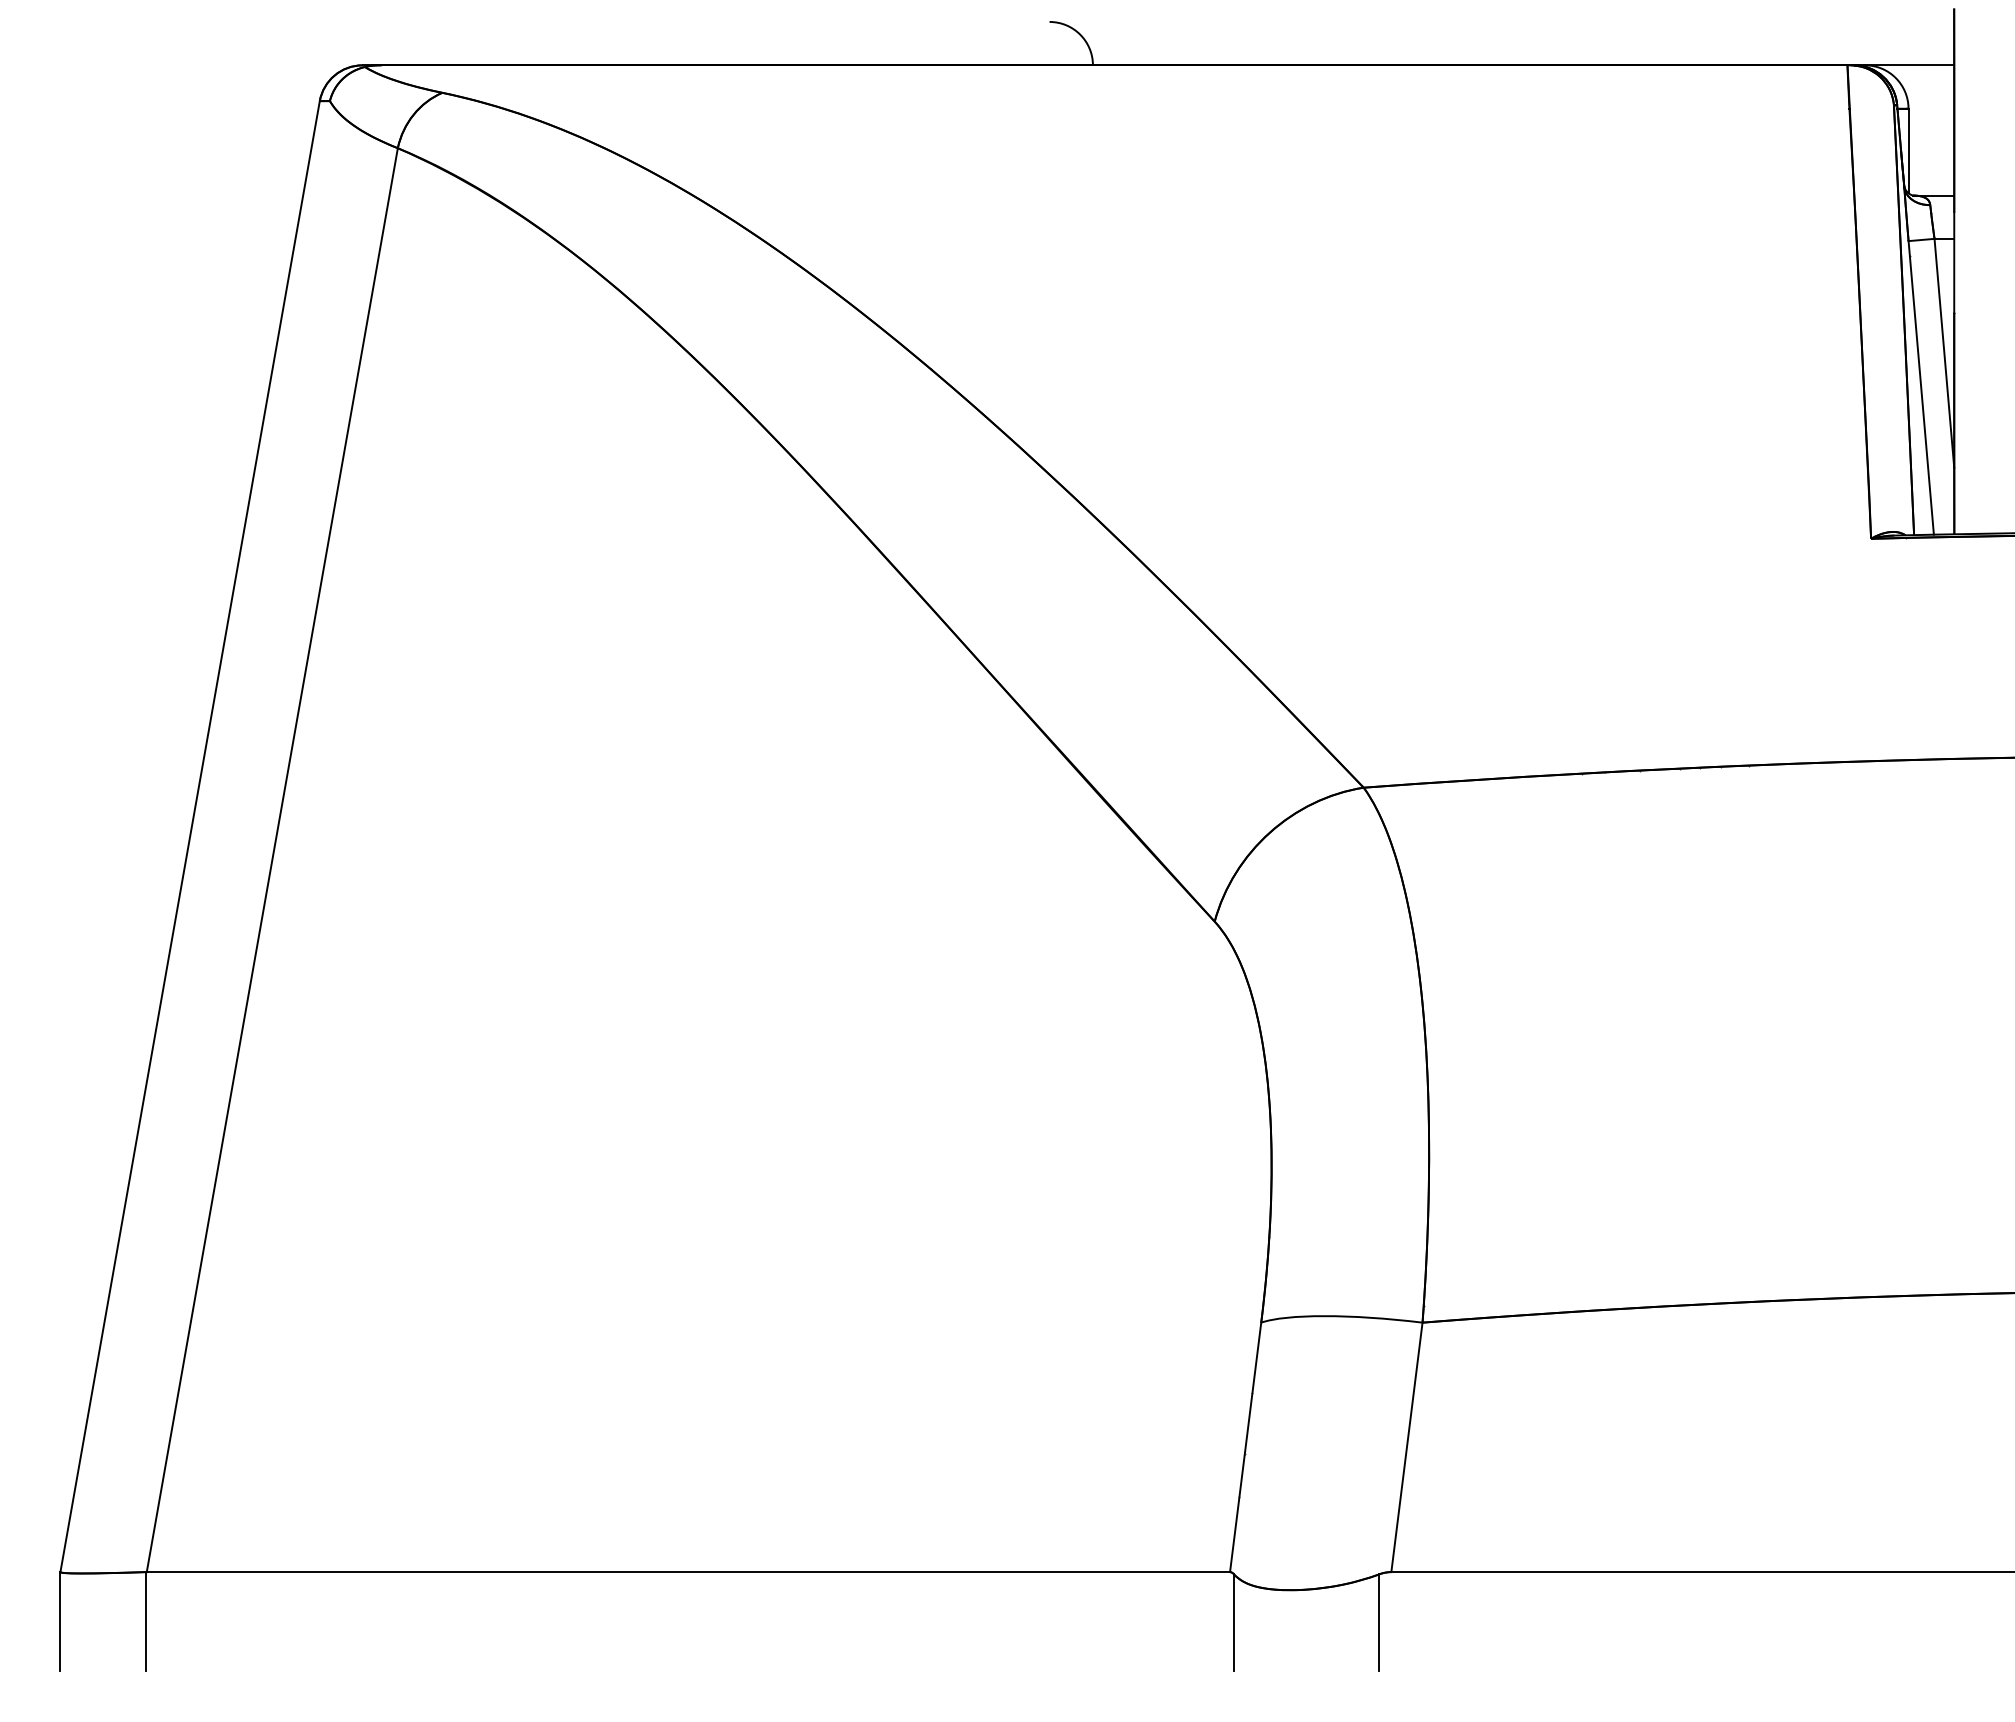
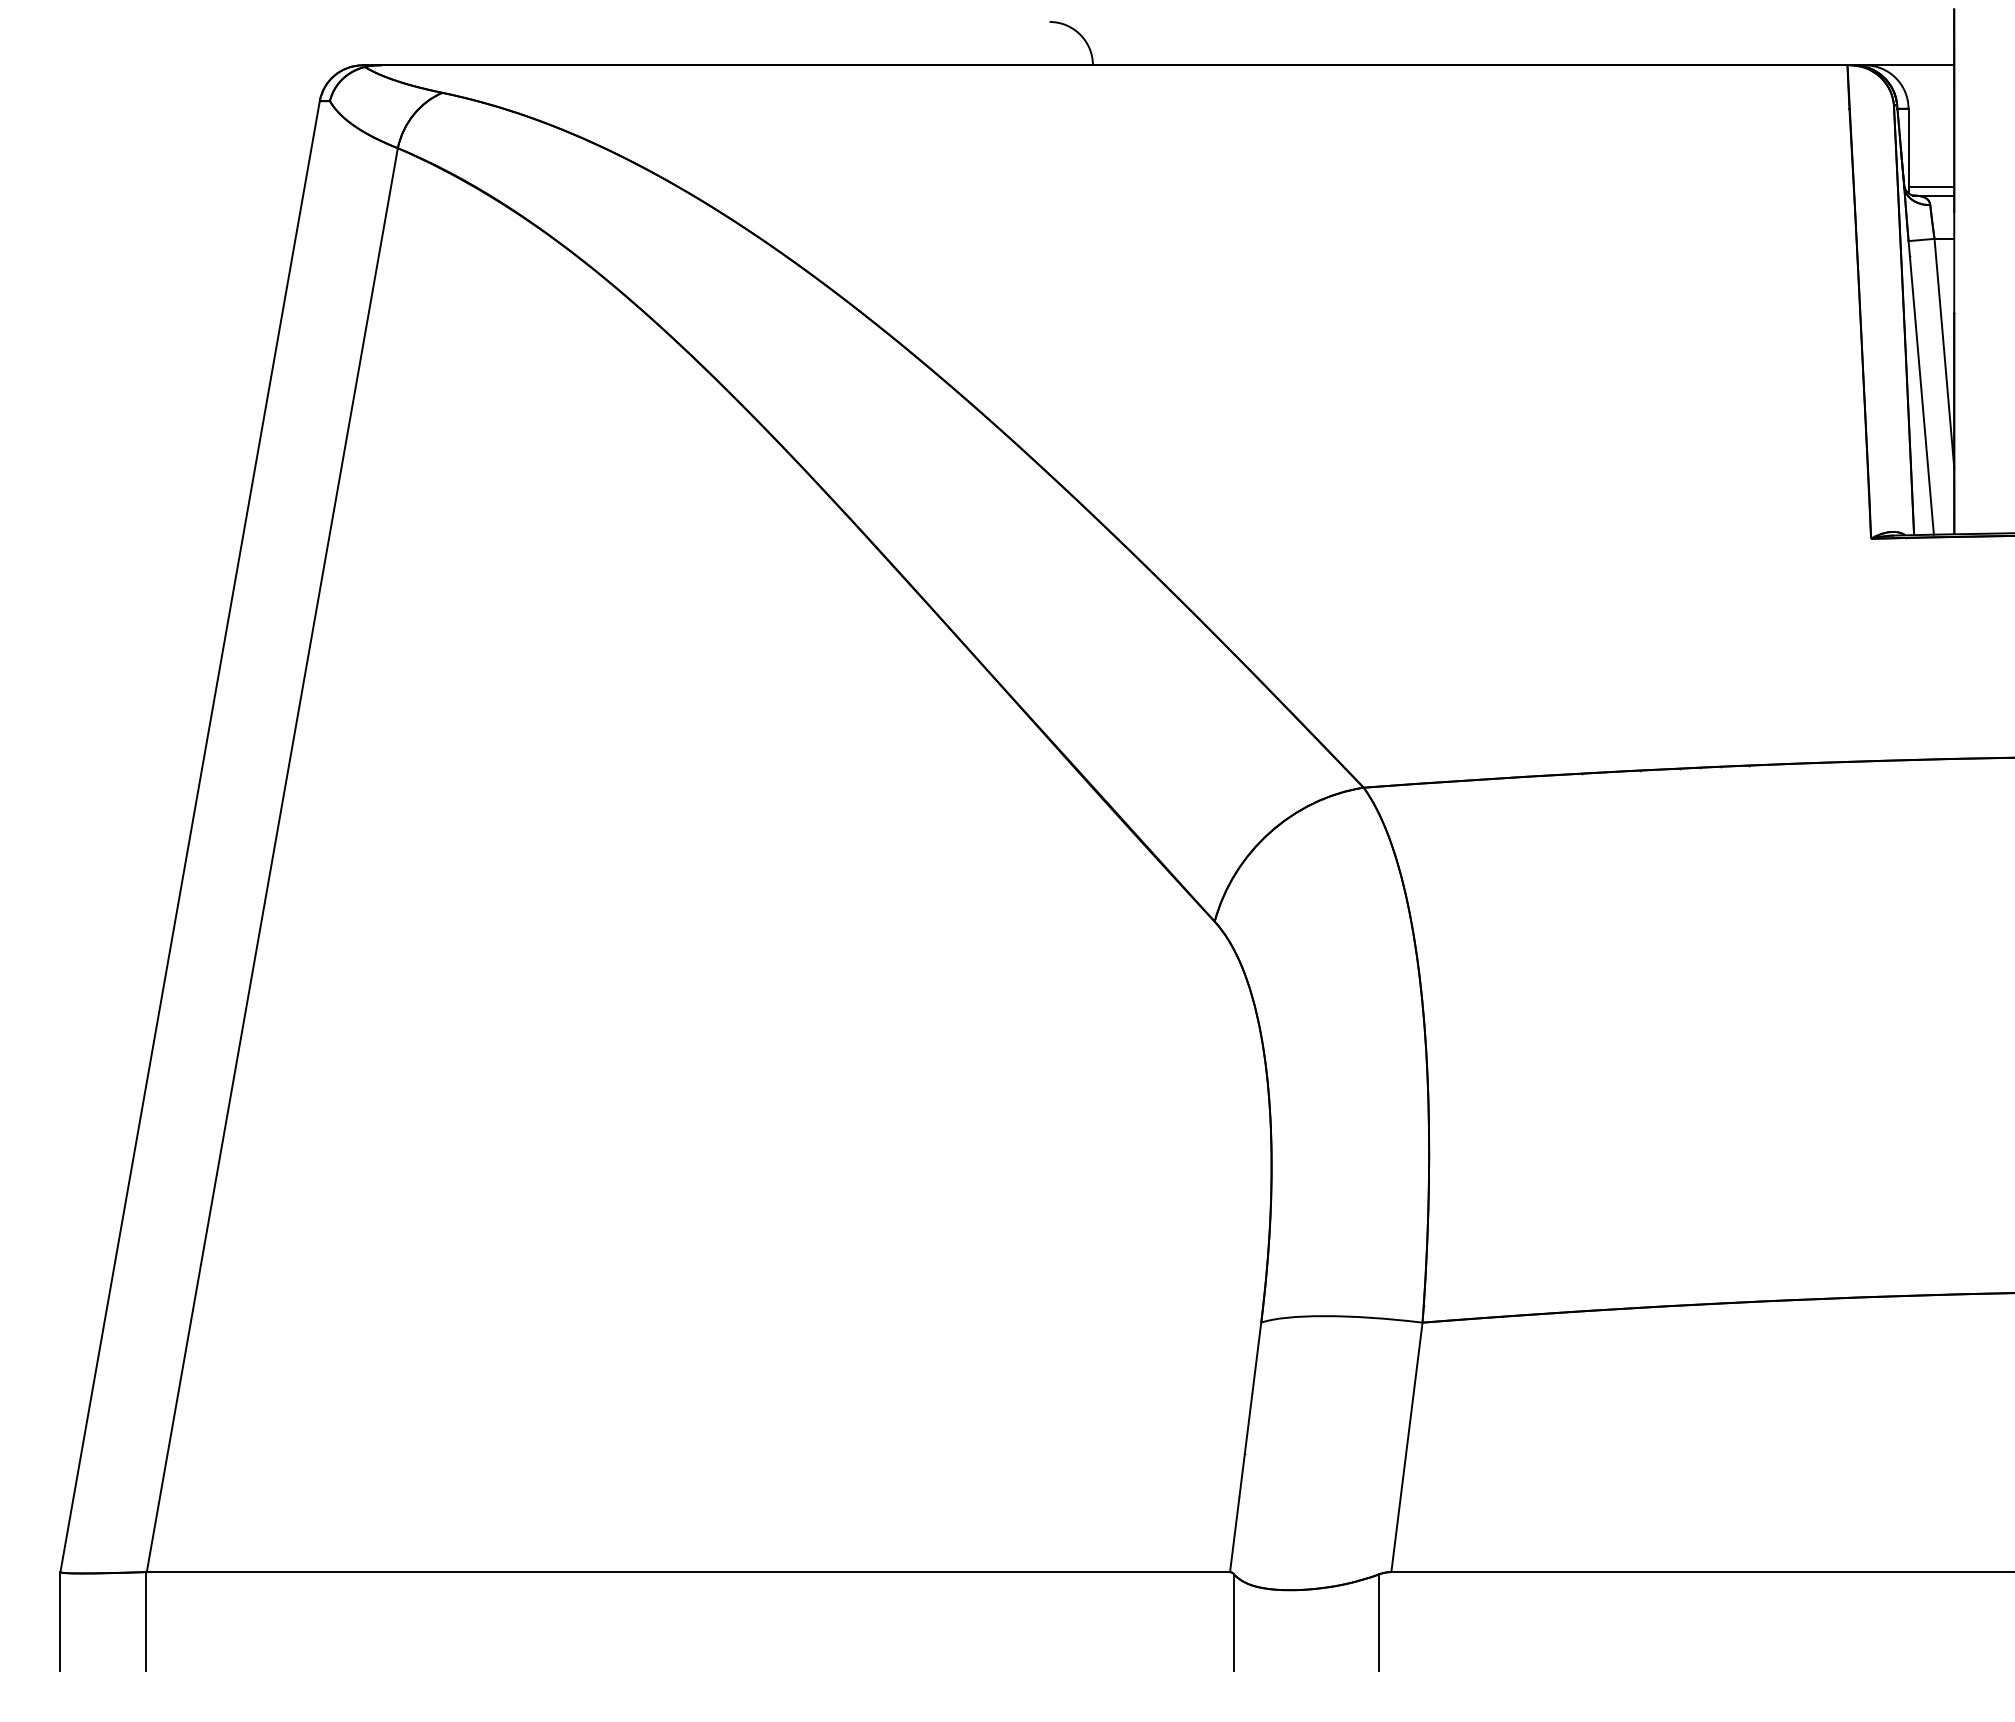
line at (1931, 186): none -> present
